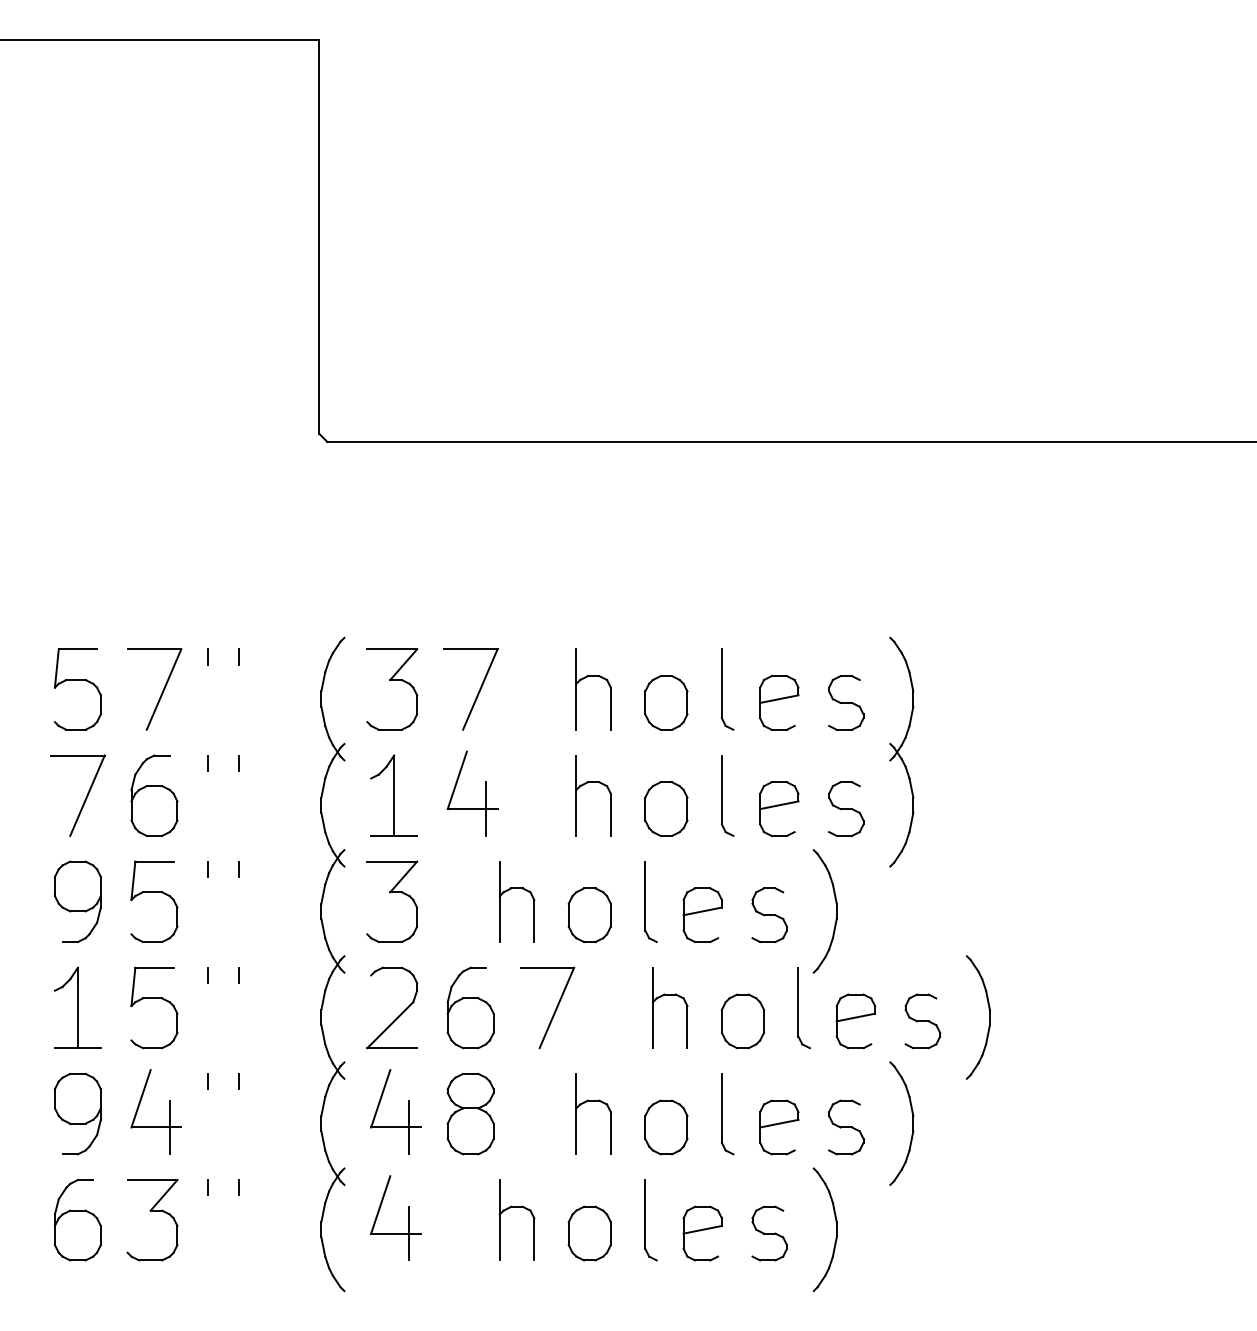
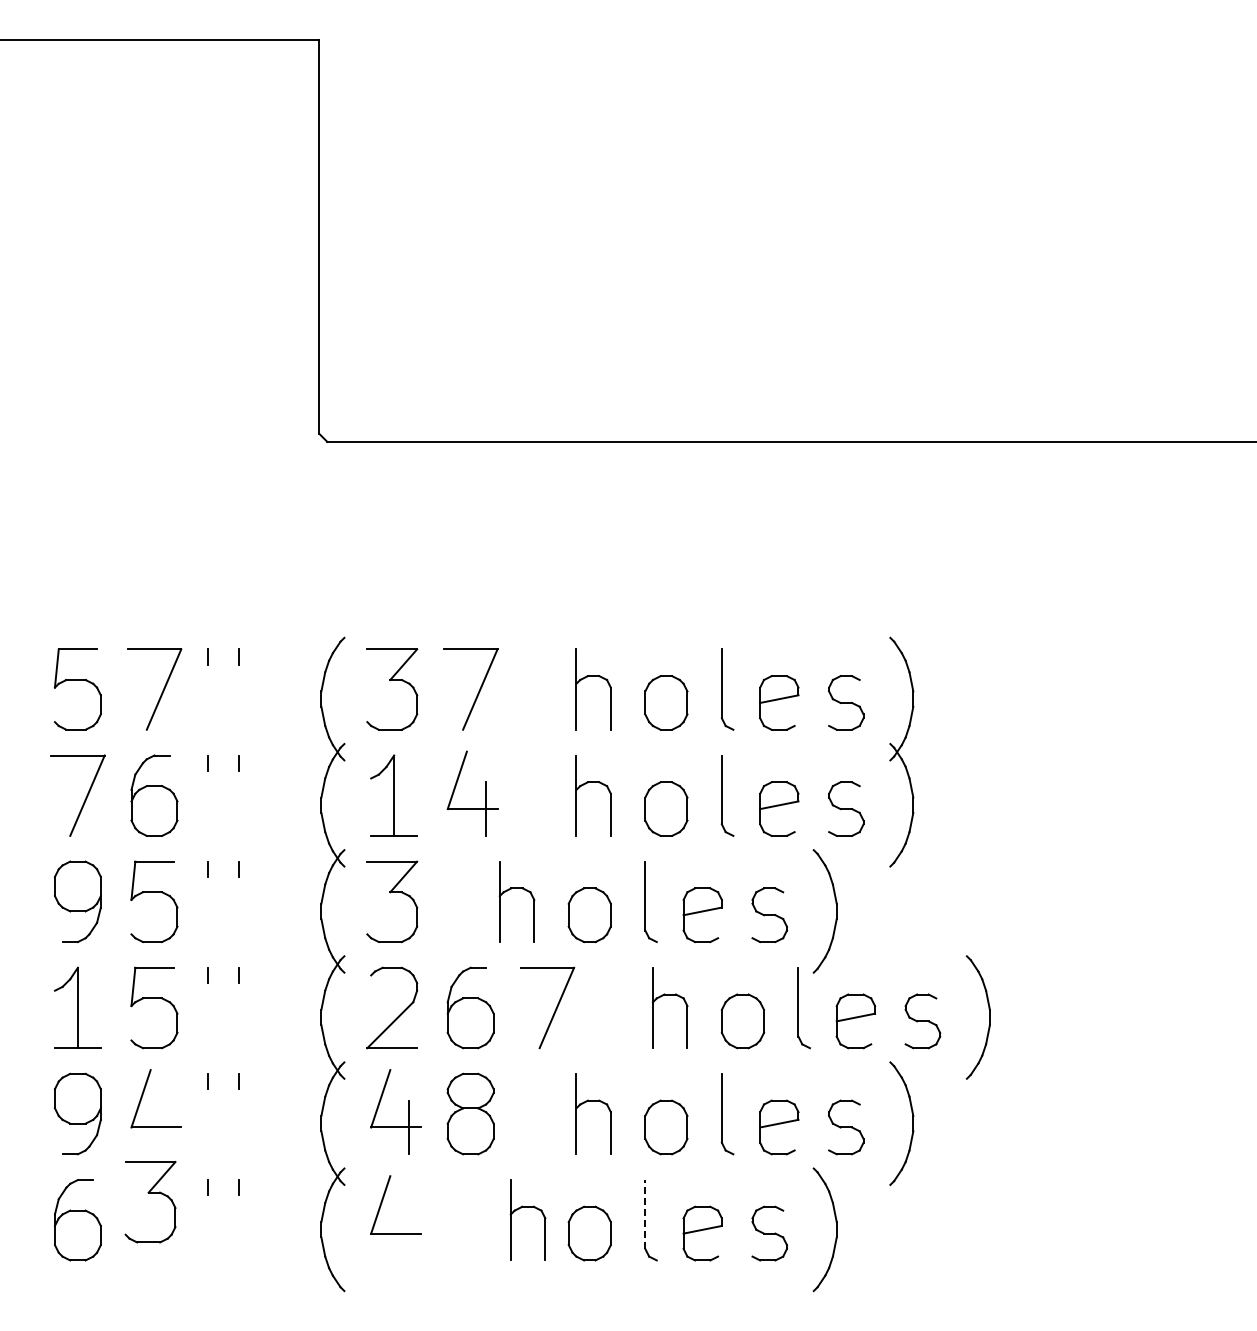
line at (169, 1127): present -> none
part at (516, 1207) position: (516, 1207) -> (527, 1207)
part at (152, 1211) position: (152, 1211) -> (150, 1193)
line at (645, 1213): solid -> dashed
line at (409, 1233): present -> none
